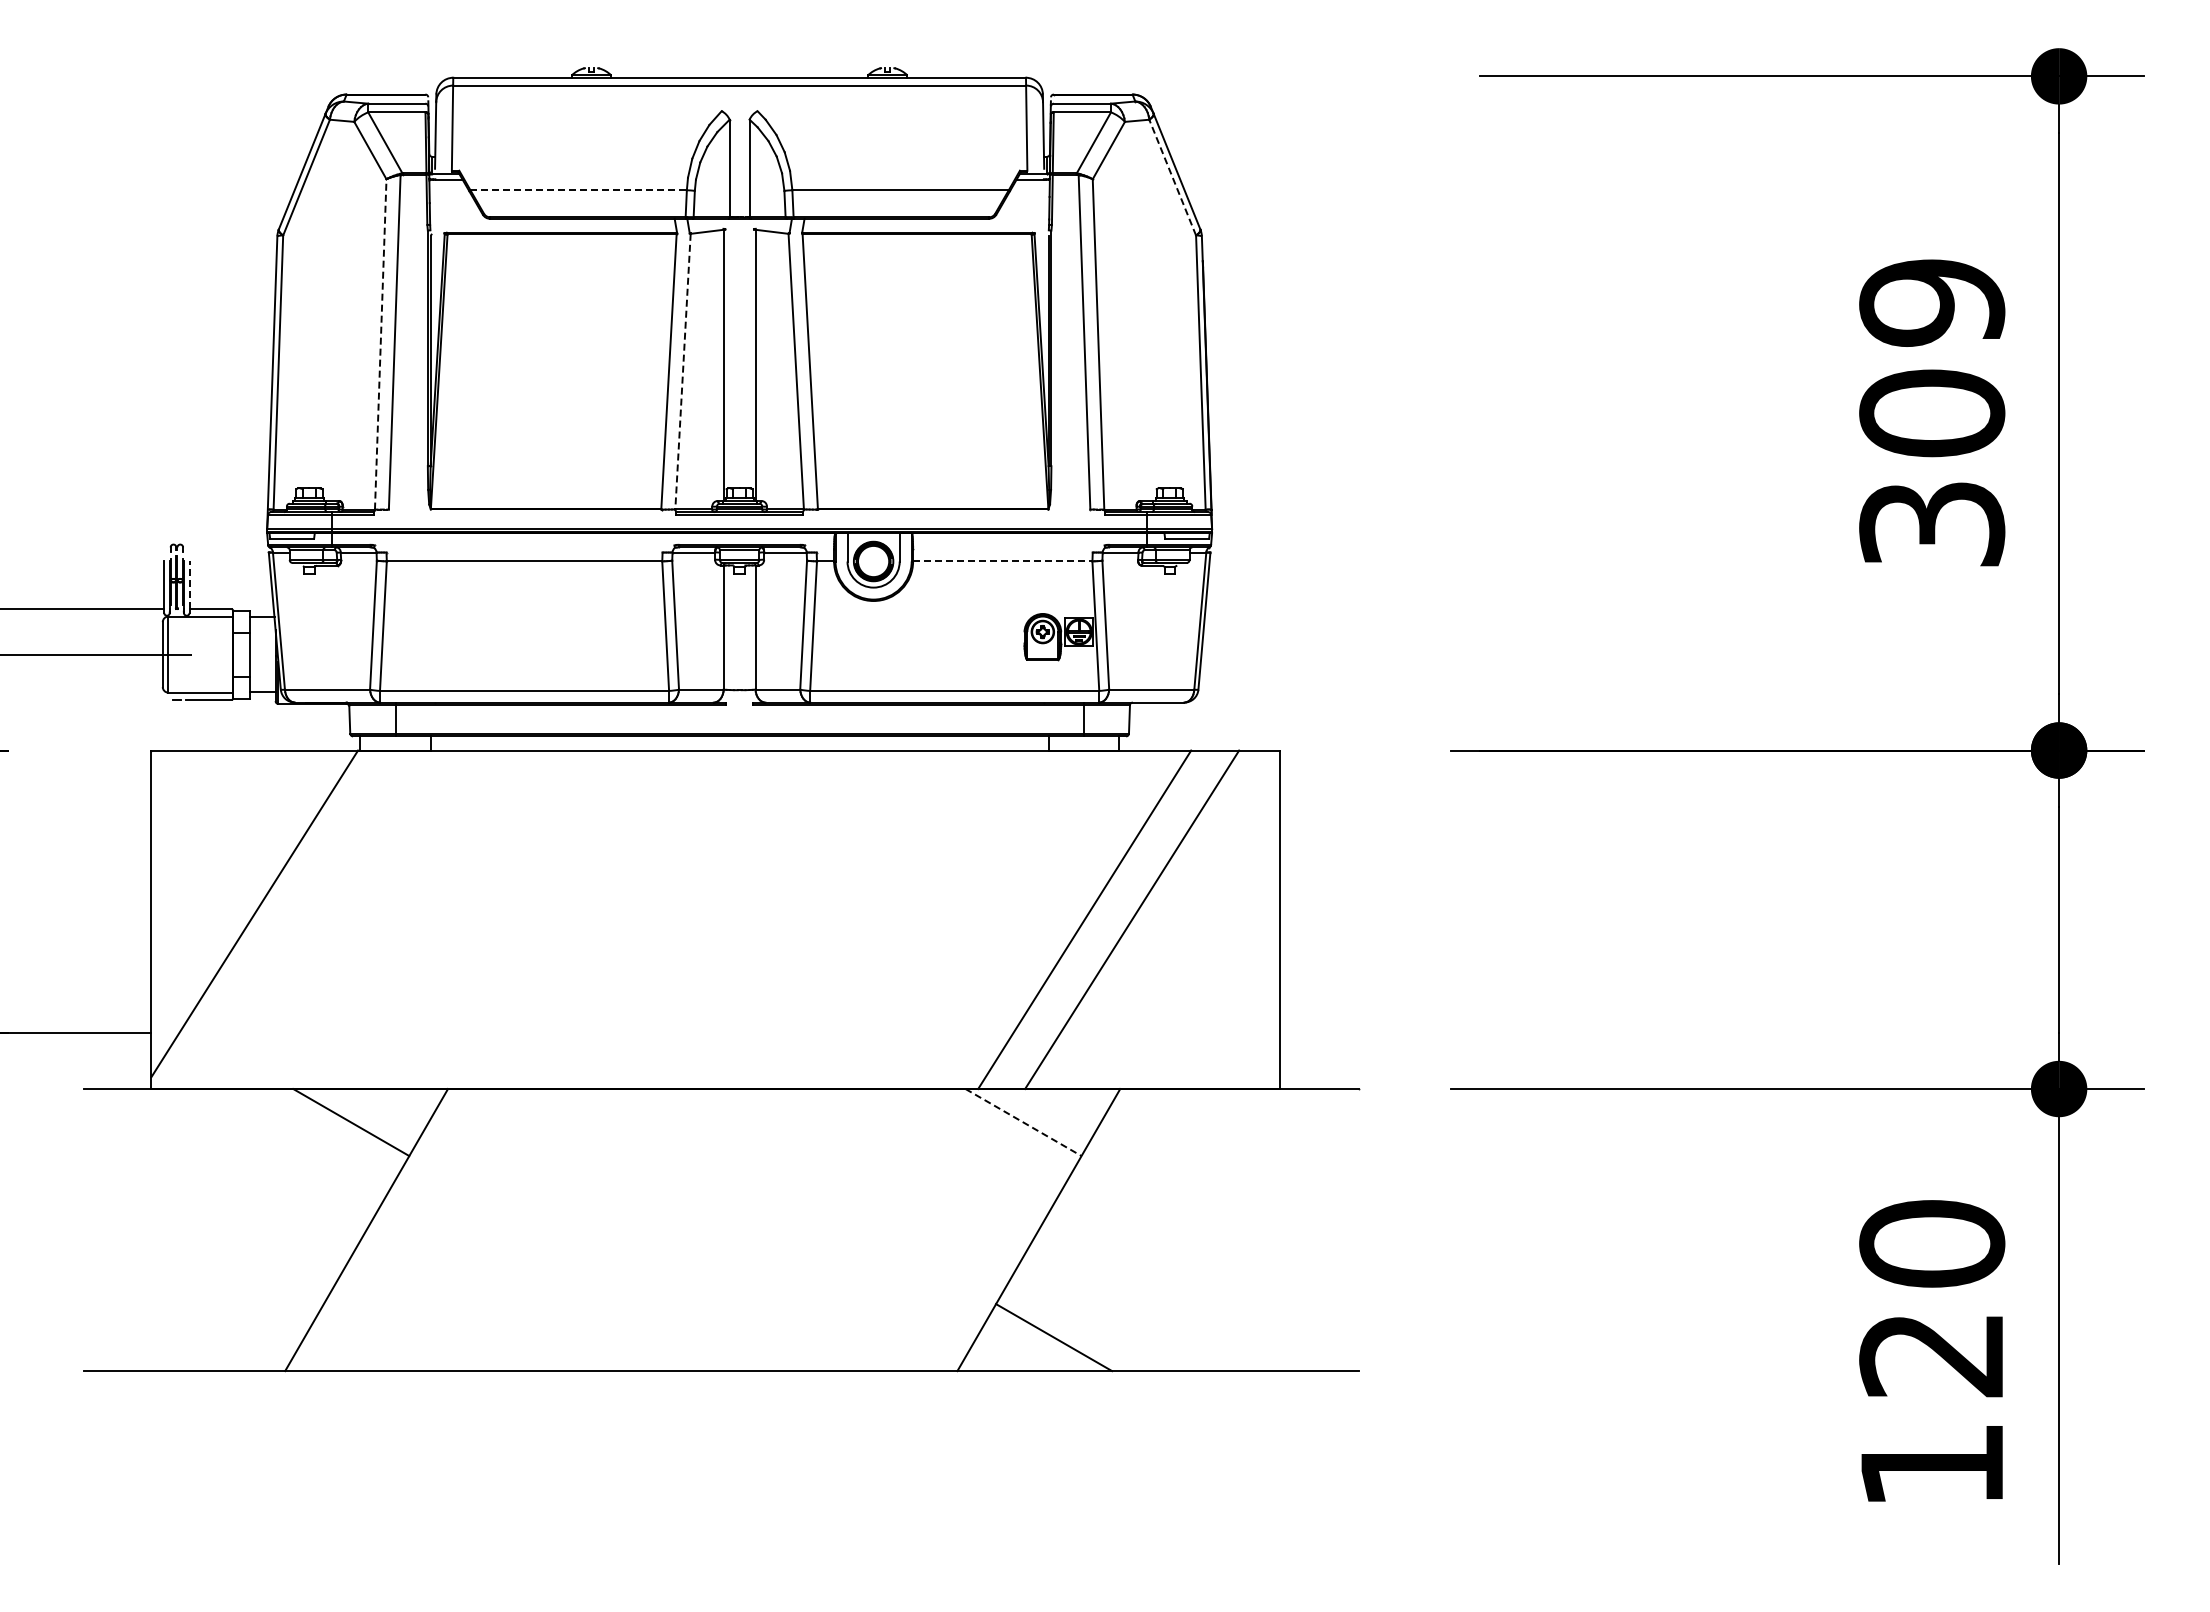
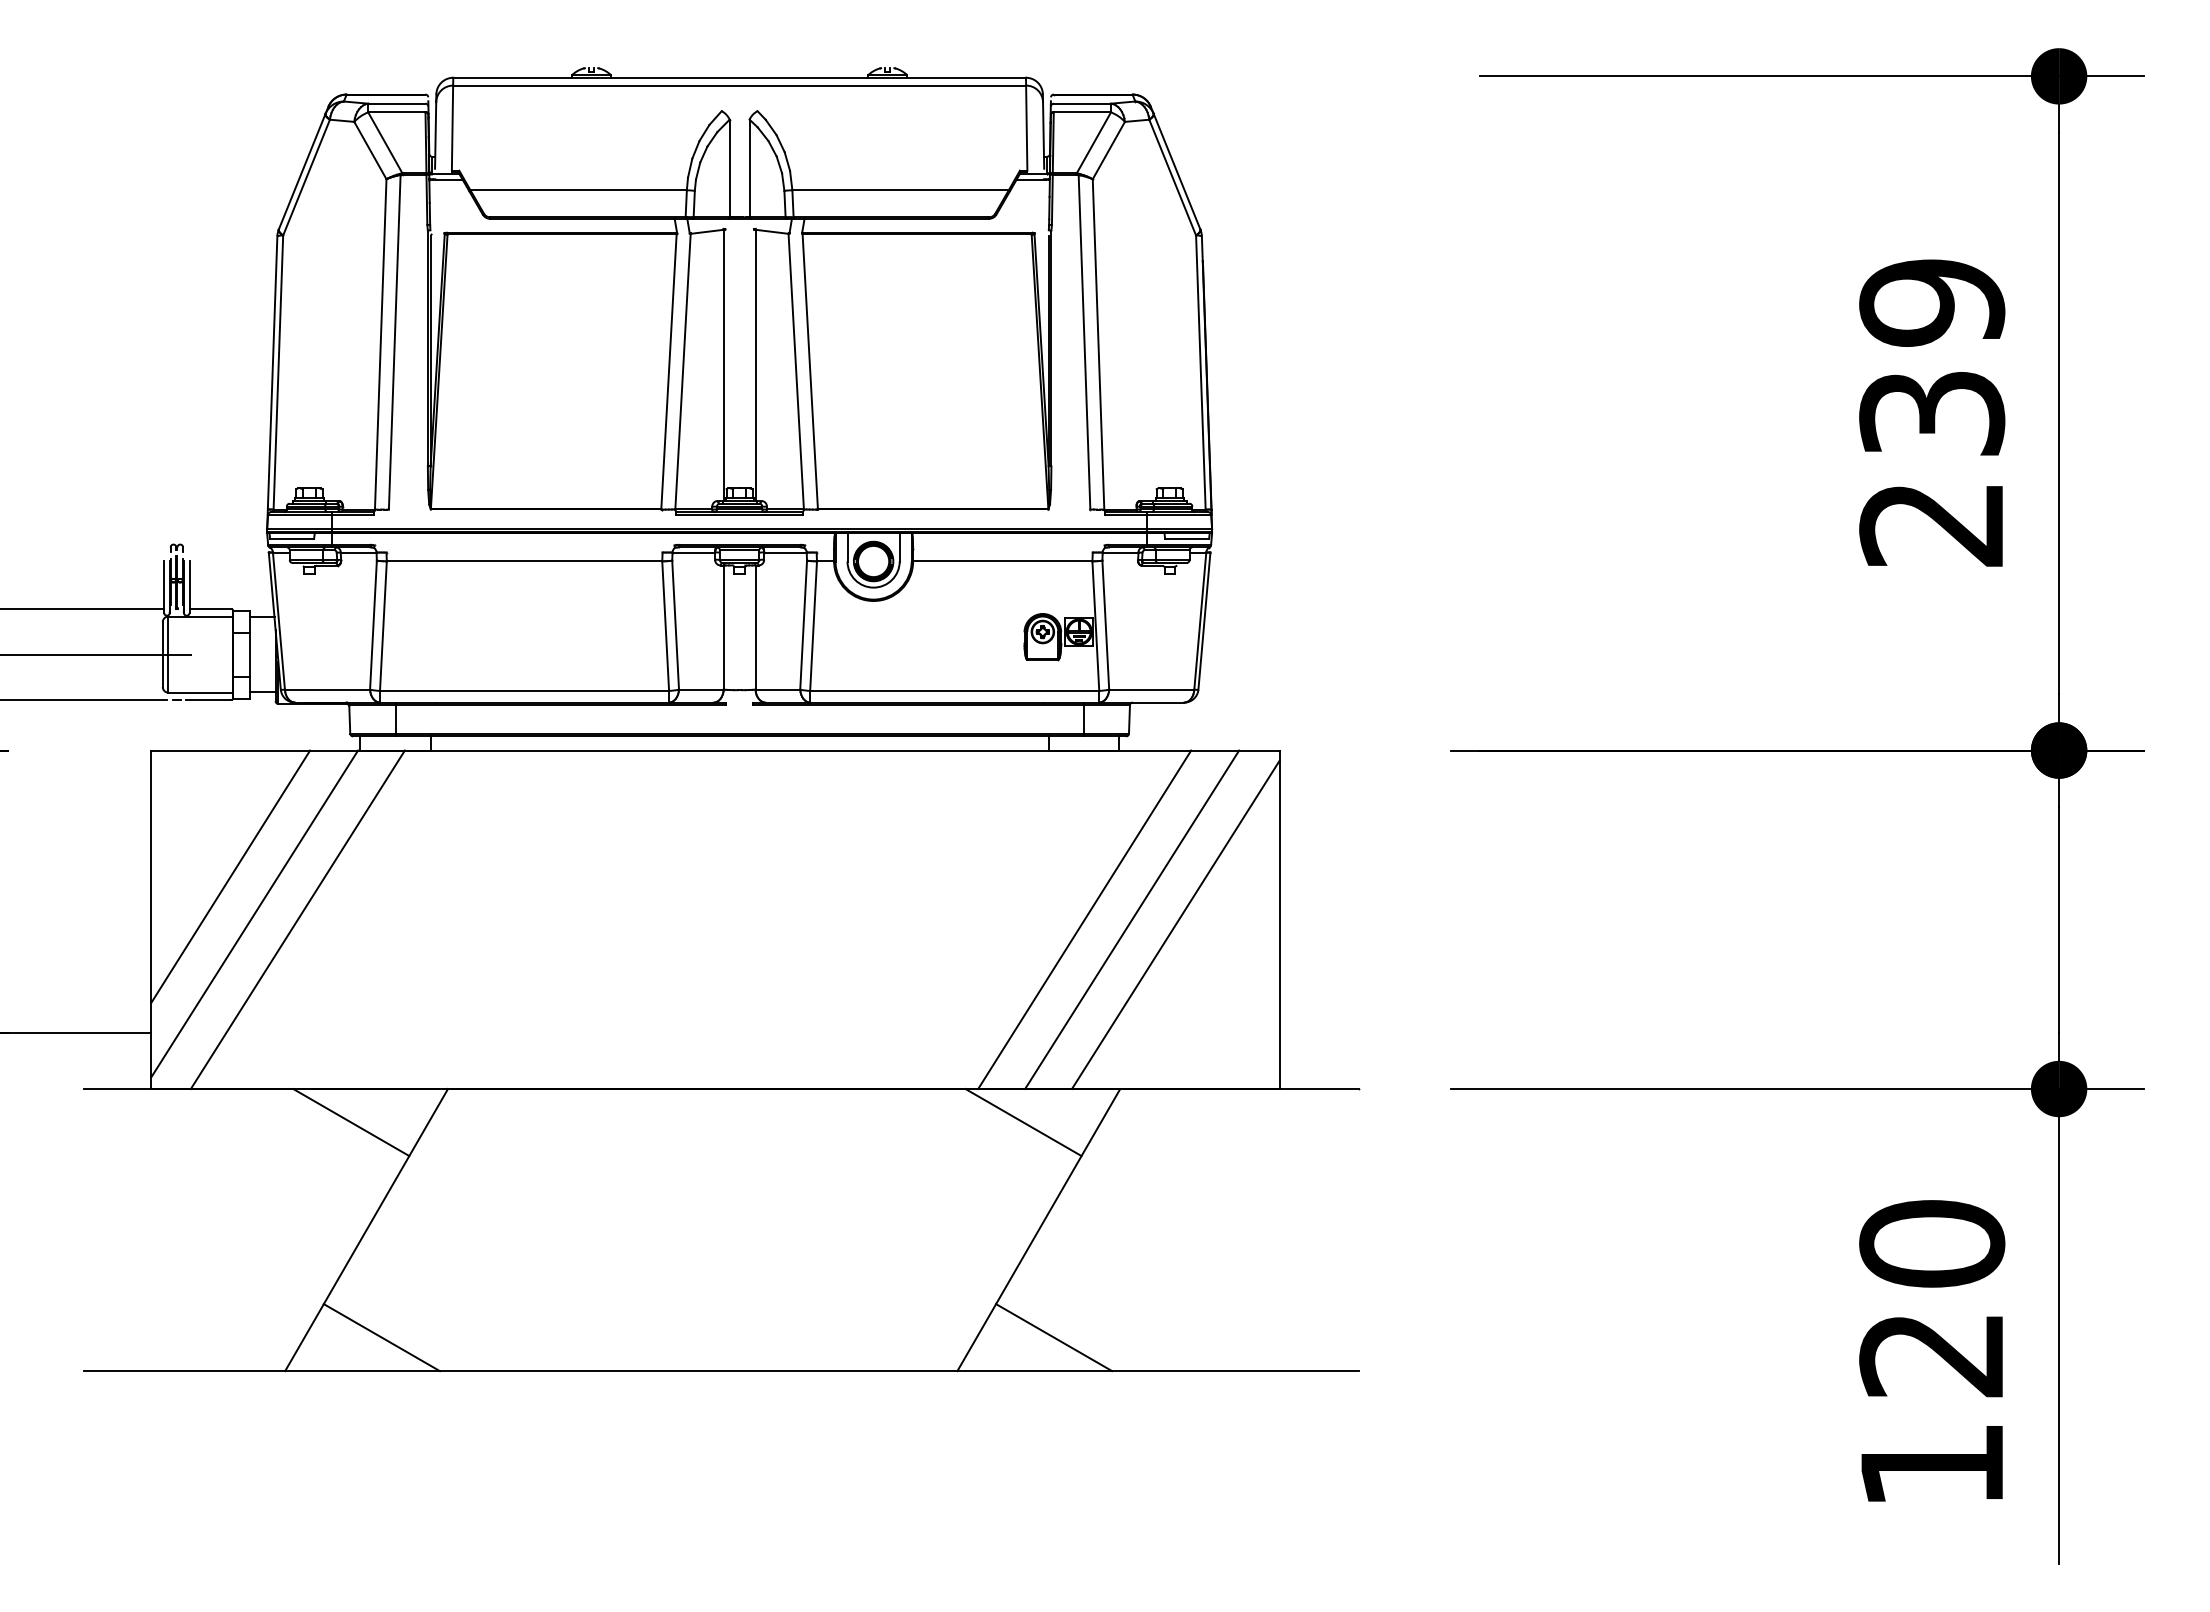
line at (1172, 177): dashed -> solid
line at (579, 190): dashed -> solid
line at (380, 343): dashed -> solid
line at (682, 372): dashed -> solid
text at (1932, 467): 309 -> 239
line at (1002, 561): dashed -> solid
line at (189, 584): dashed -> solid
line at (84, 699): none -> present
line at (230, 876): none -> present
line at (297, 919): none -> present
line at (1175, 924): none -> present
line at (1023, 1122): dashed -> solid
line at (381, 1337): none -> present
